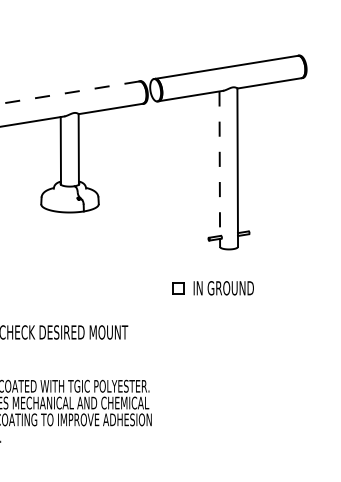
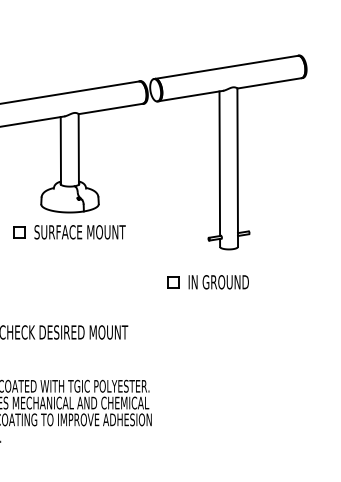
line at (69, 92): dashed -> solid
line at (219, 164): dashed -> solid
part at (69, 232): none -> present
part at (212, 288) position: (212, 288) -> (207, 282)
